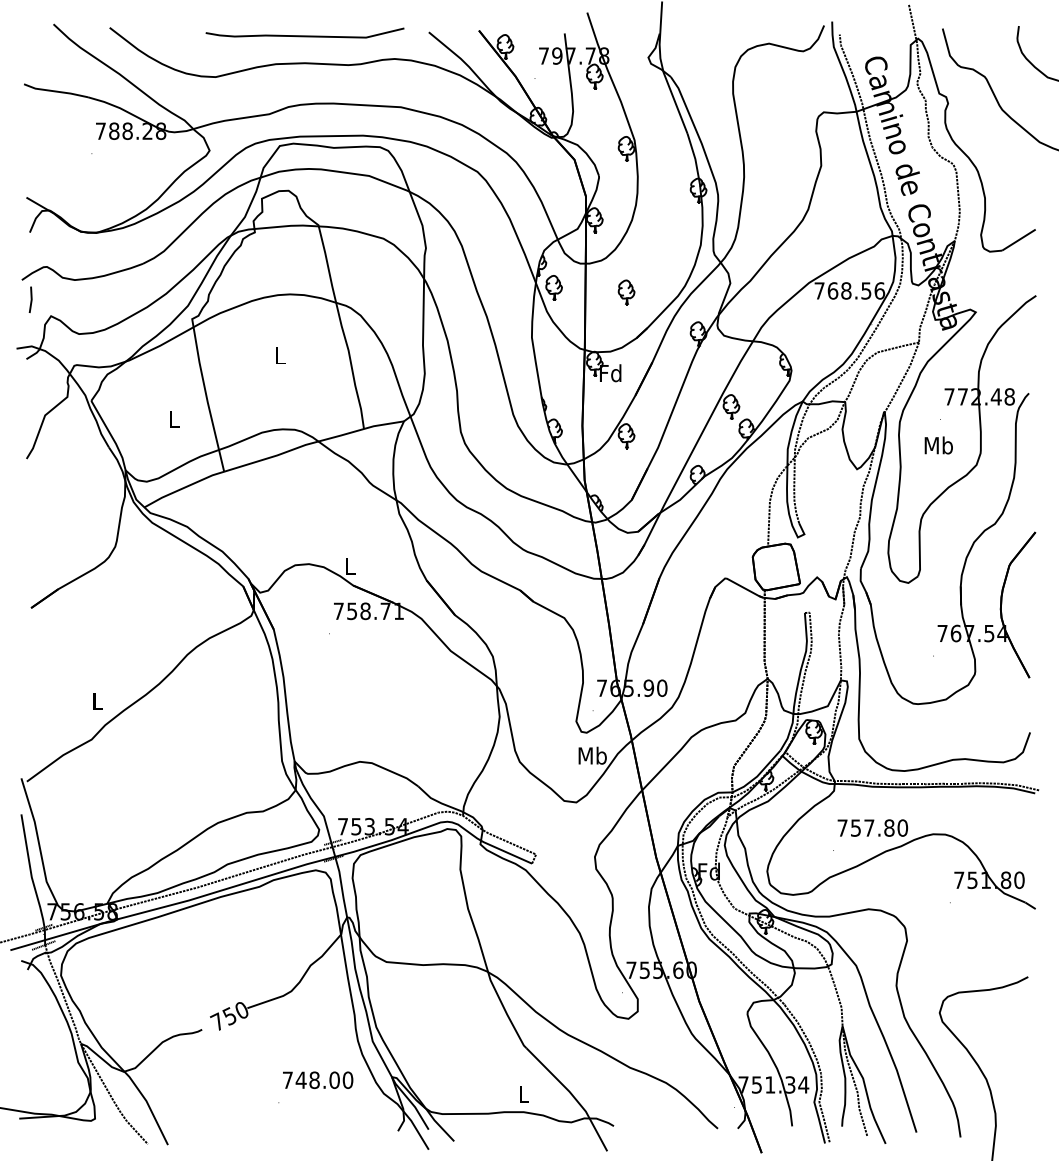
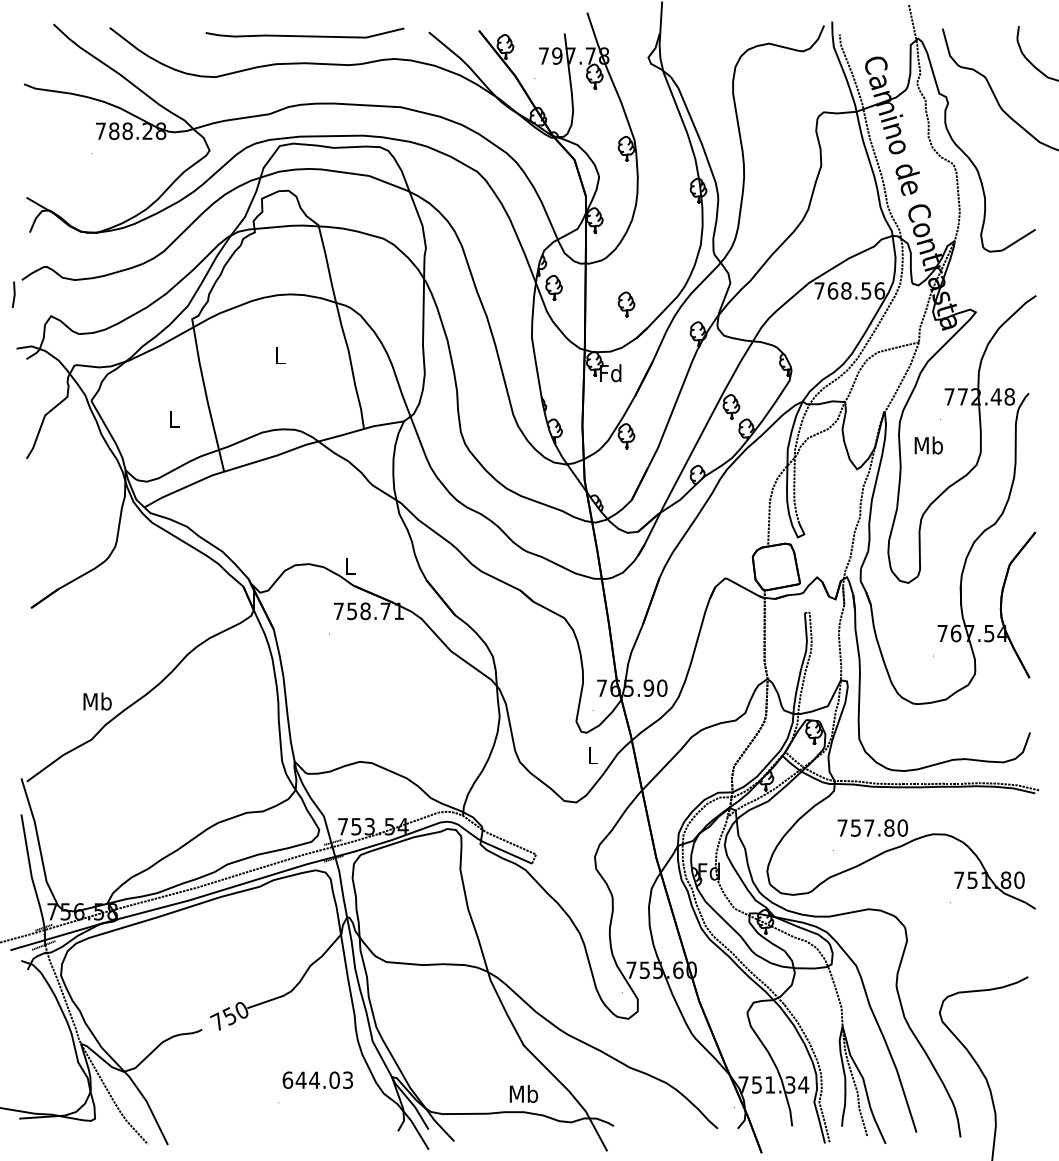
part at (626, 292) position: (626, 292) -> (626, 304)
line at (30, 299) position: (30, 299) -> (13, 294)
text at (938, 445) position: (938, 445) -> (928, 445)
text at (97, 701): L -> Mb
text at (592, 755): Mb -> L
text at (317, 1080): 748.00 -> 644.03
text at (523, 1093): L -> Mb
